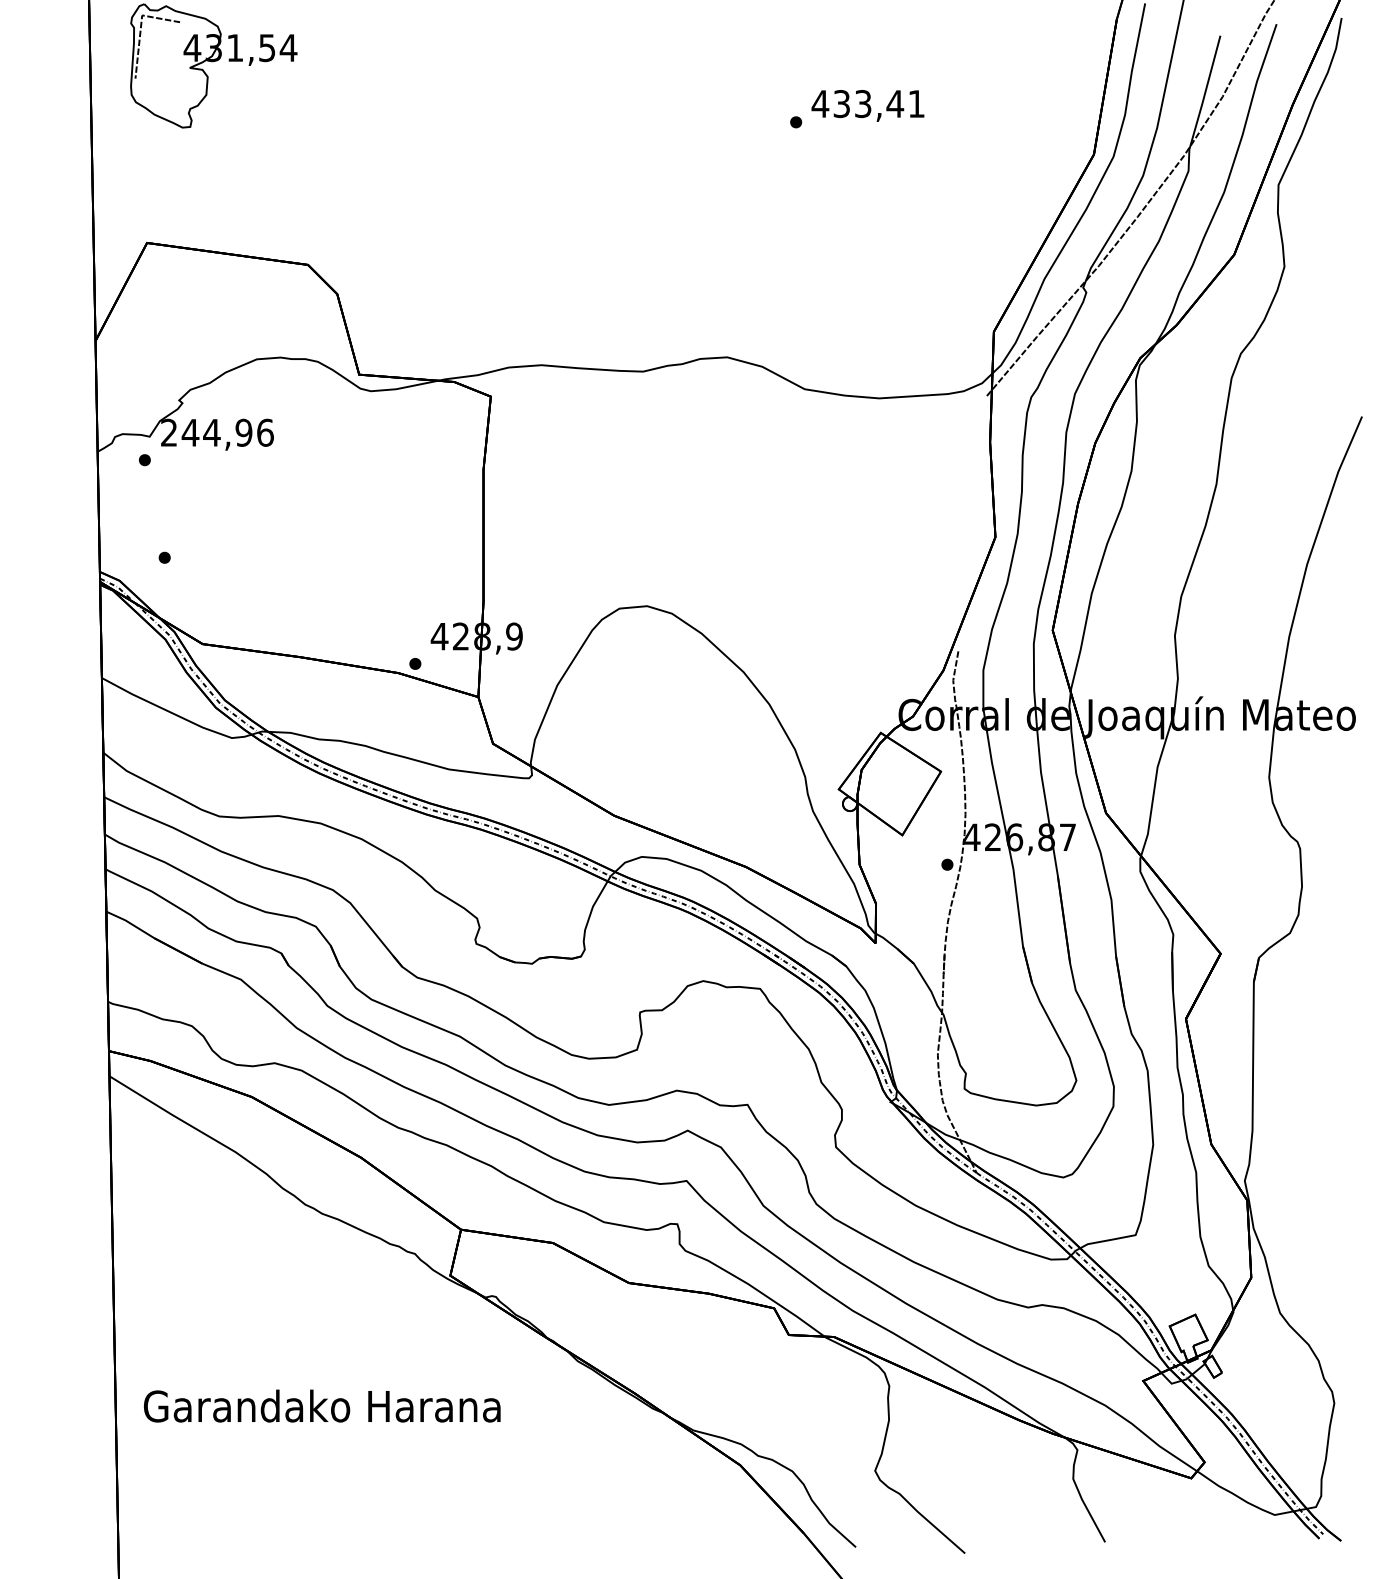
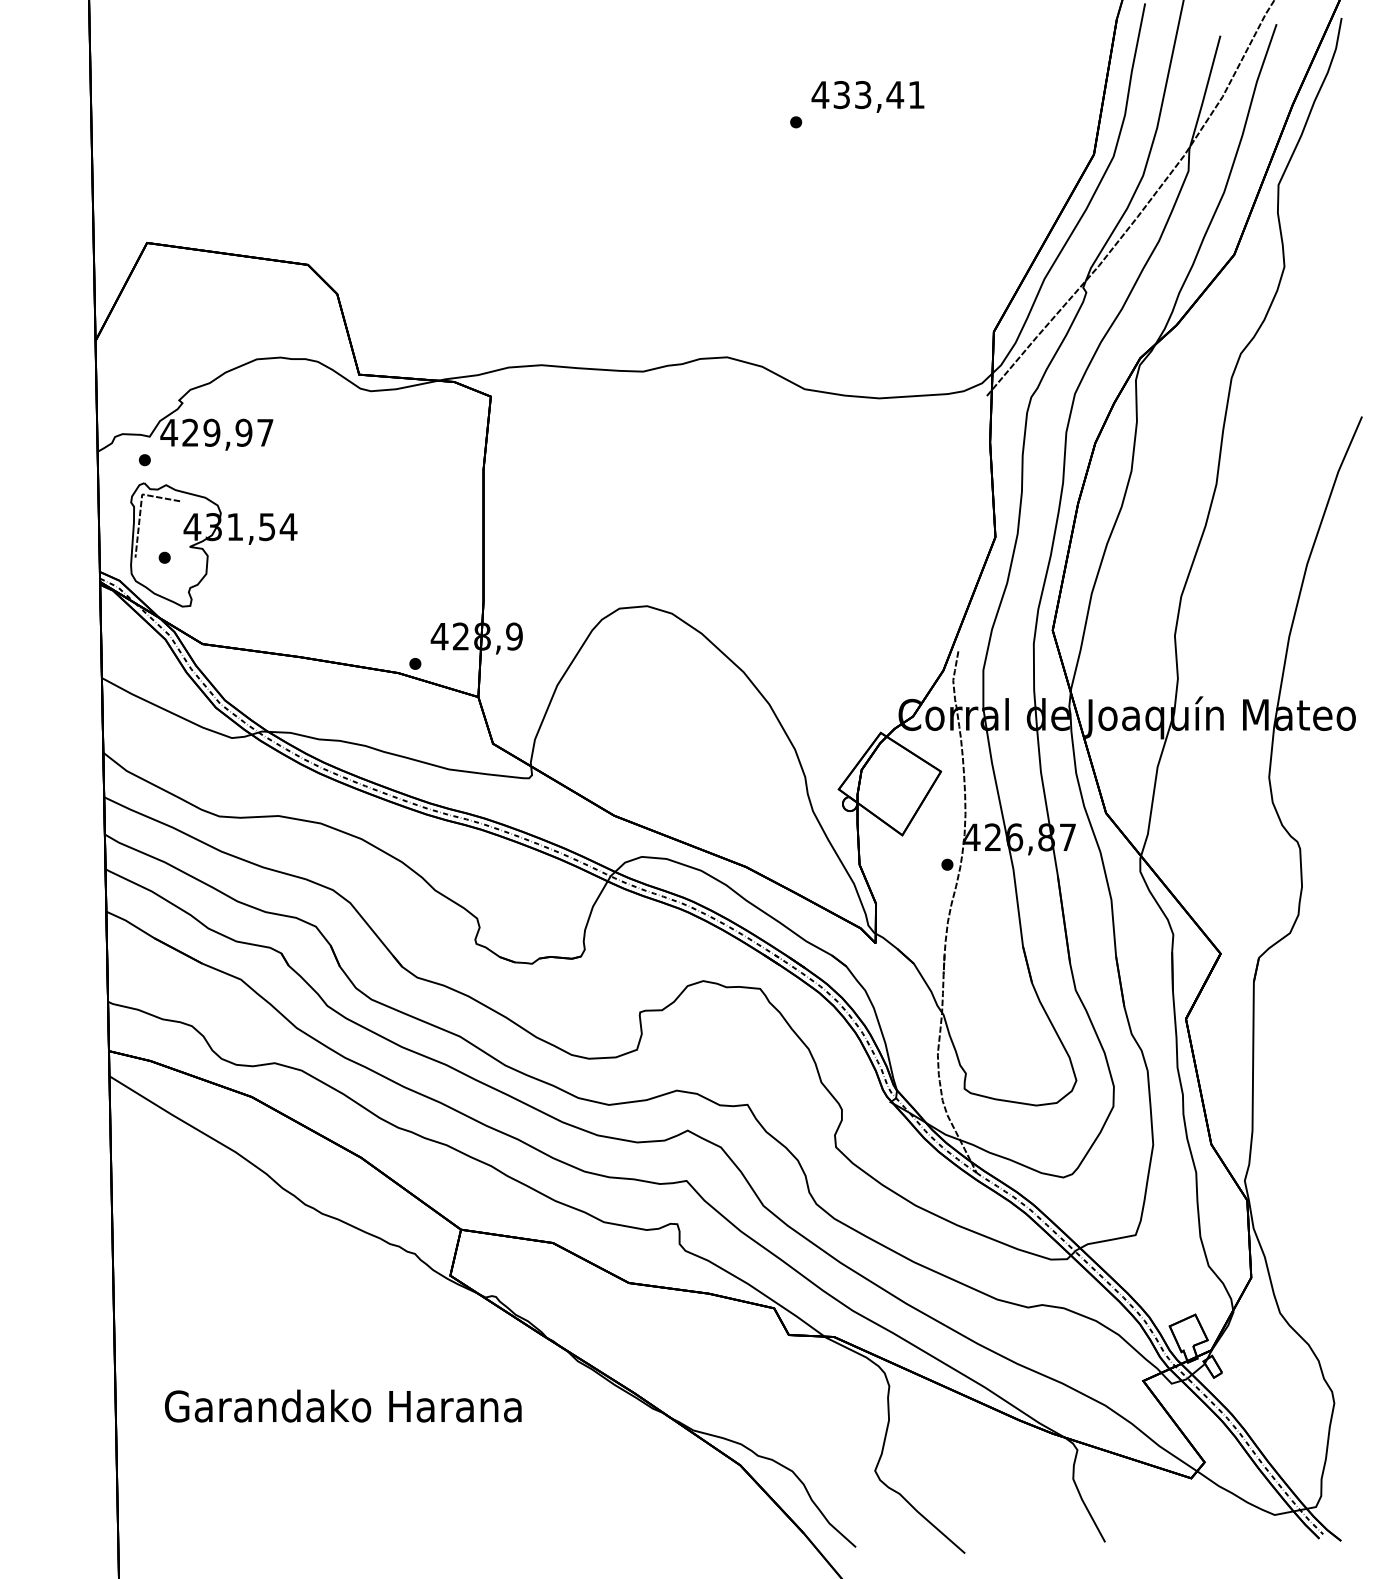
part at (213, 65) position: (213, 65) -> (213, 544)
text at (867, 105) position: (867, 105) -> (867, 96)
text at (216, 432): 244,96 -> 429,97
text at (322, 1405) position: (322, 1405) -> (343, 1405)
